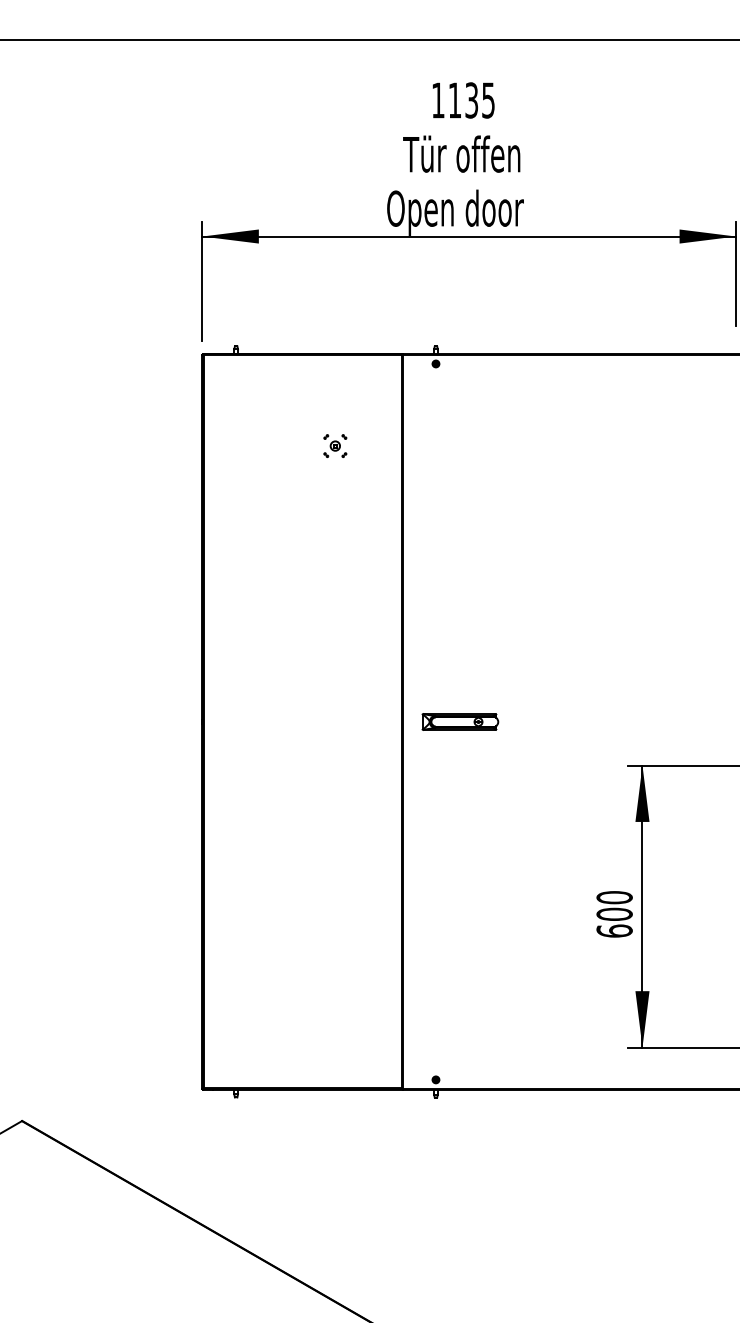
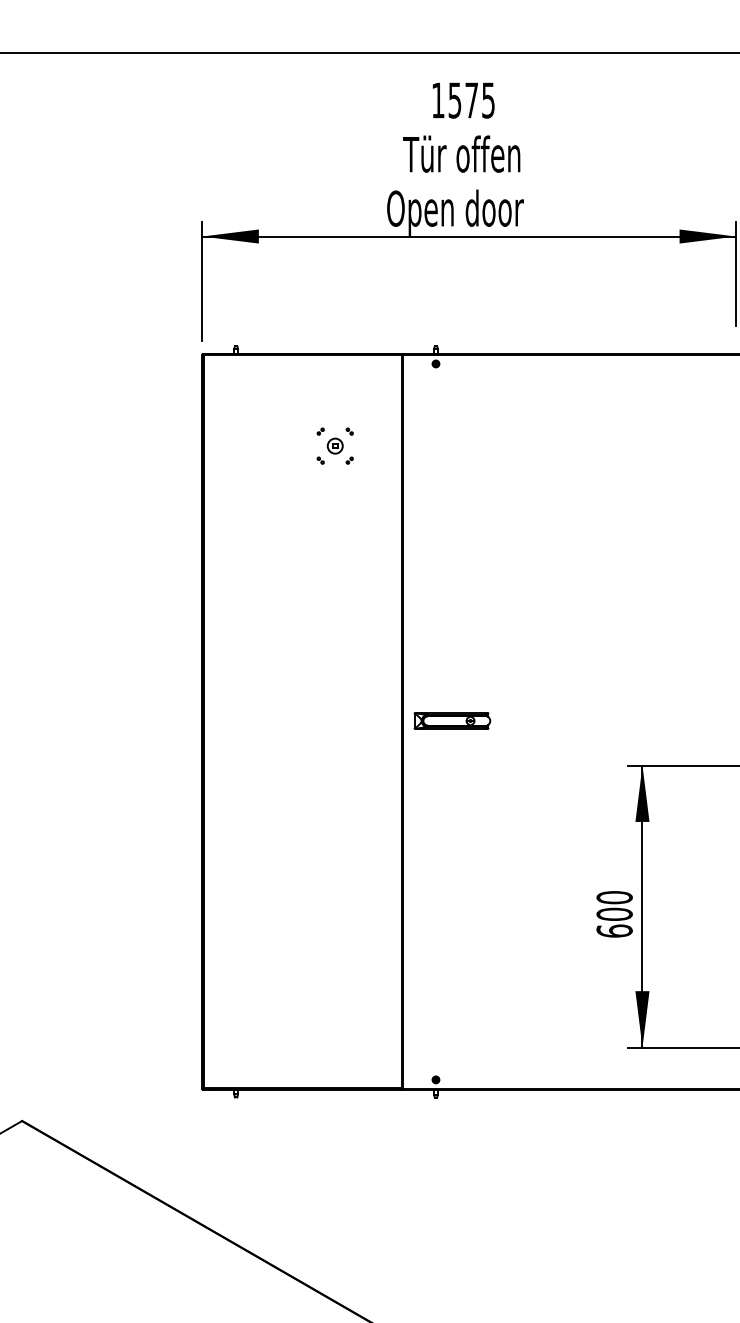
line at (369, 39) position: (369, 39) -> (369, 52)
text at (463, 100): 1135 -> 1575
part at (335, 445) size: 25x24 px -> 38x38 px
part at (460, 721) position: (460, 721) -> (452, 720)
